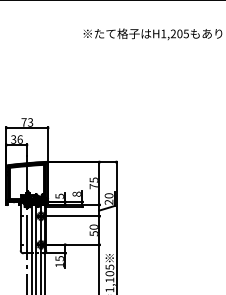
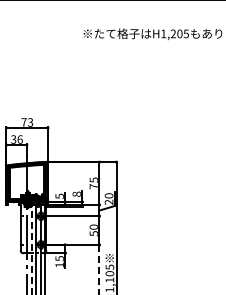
line at (31, 249): solid -> dashed
line at (99, 269): solid -> dashed
